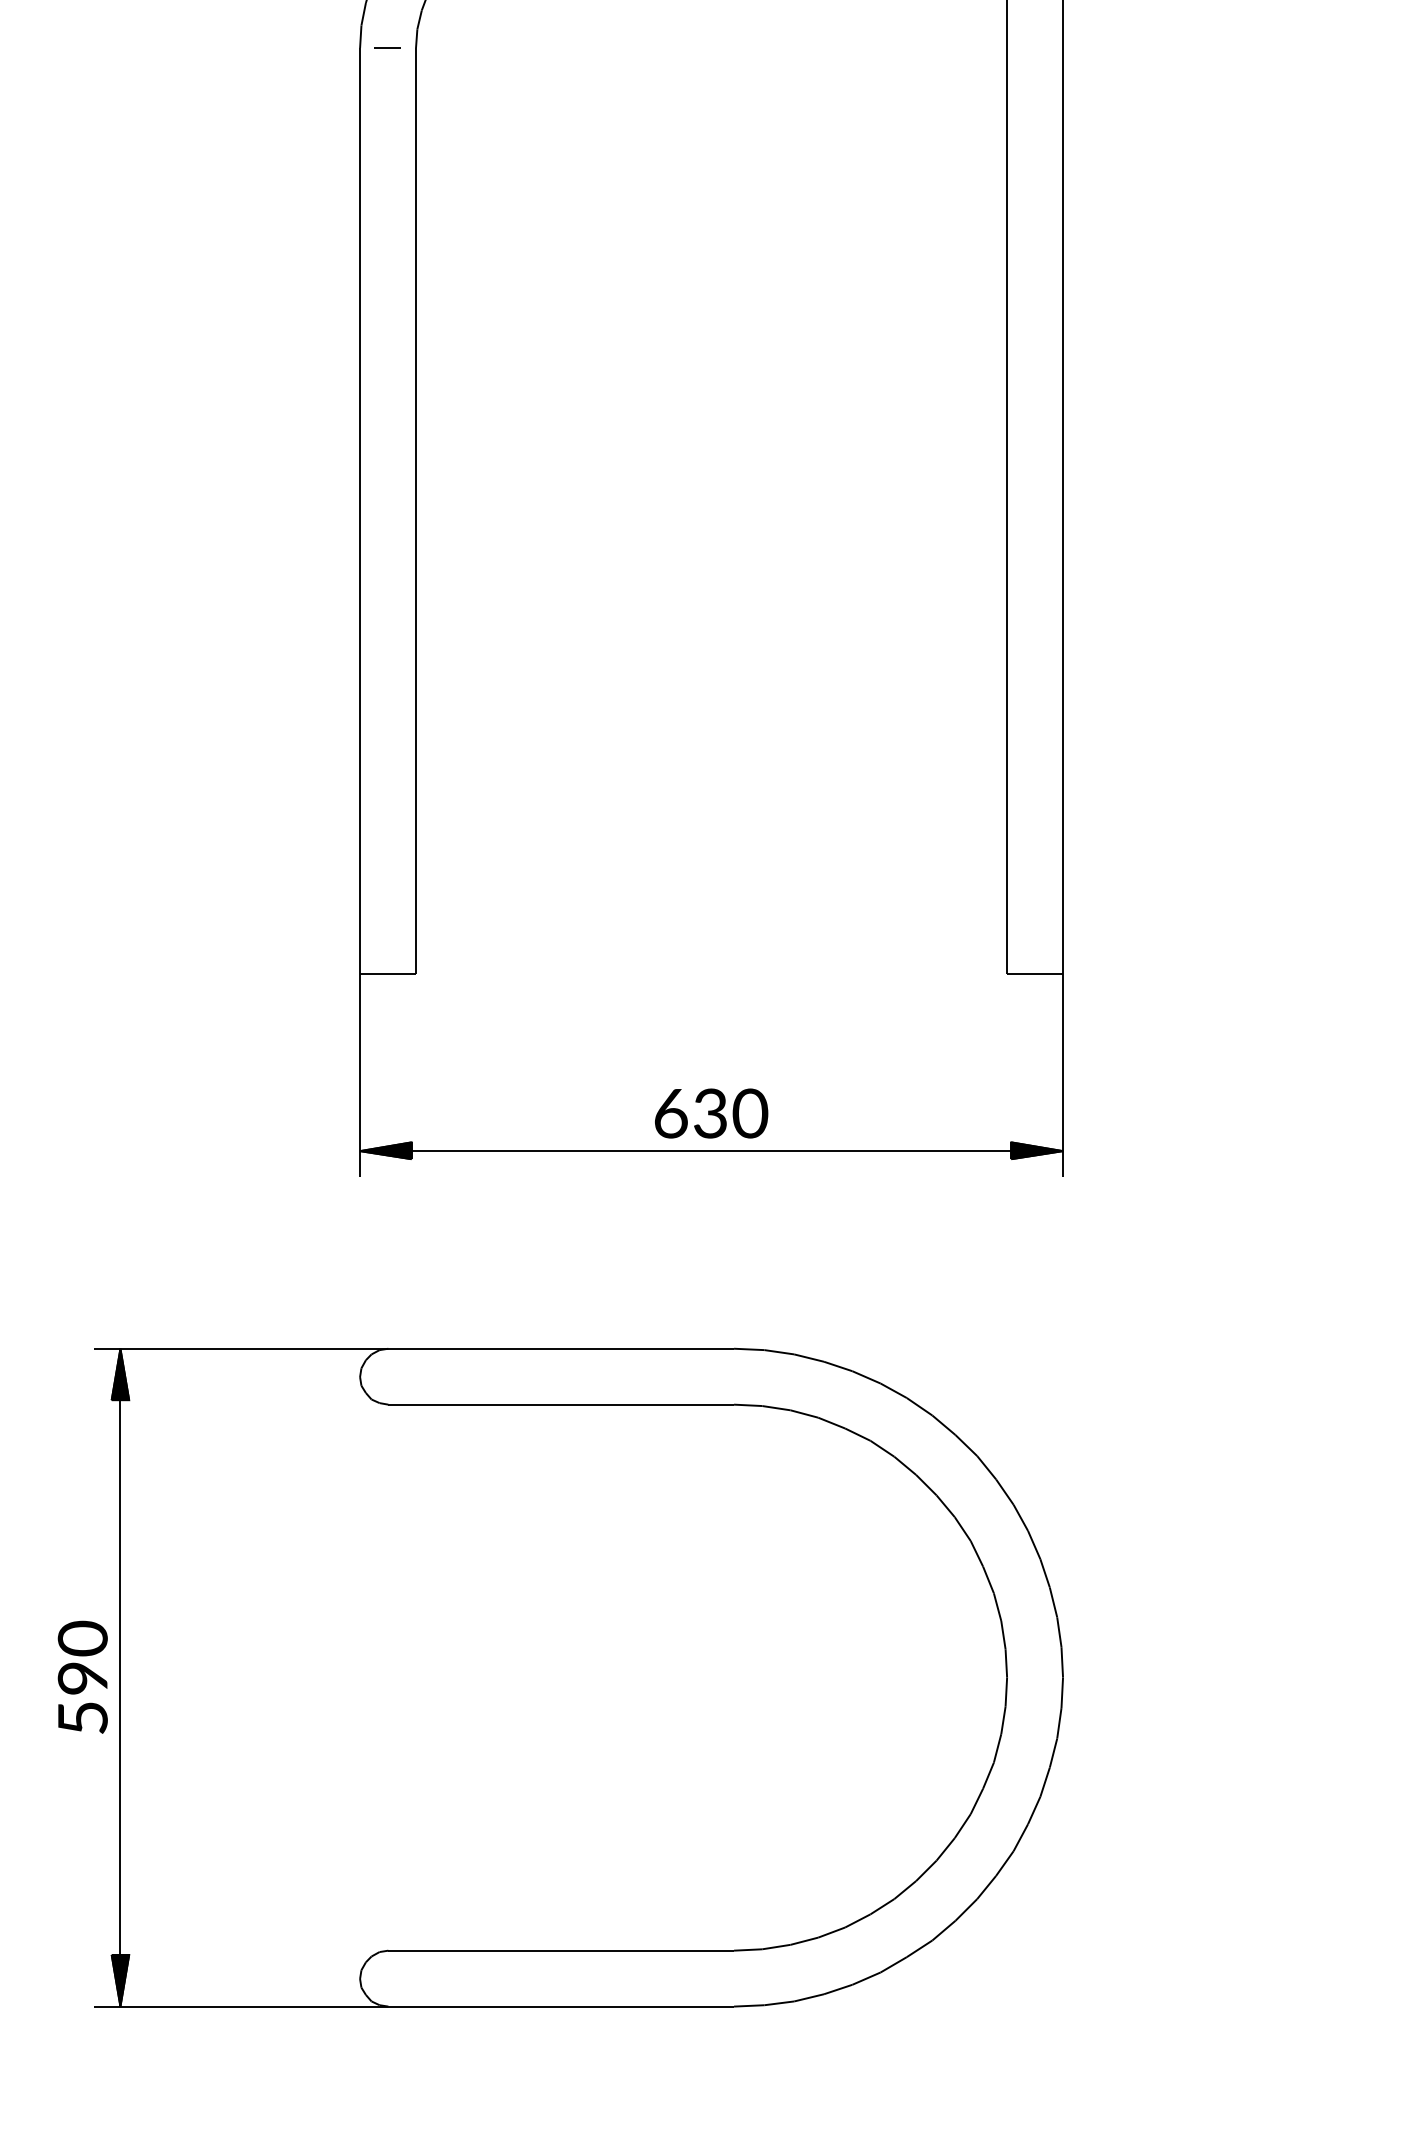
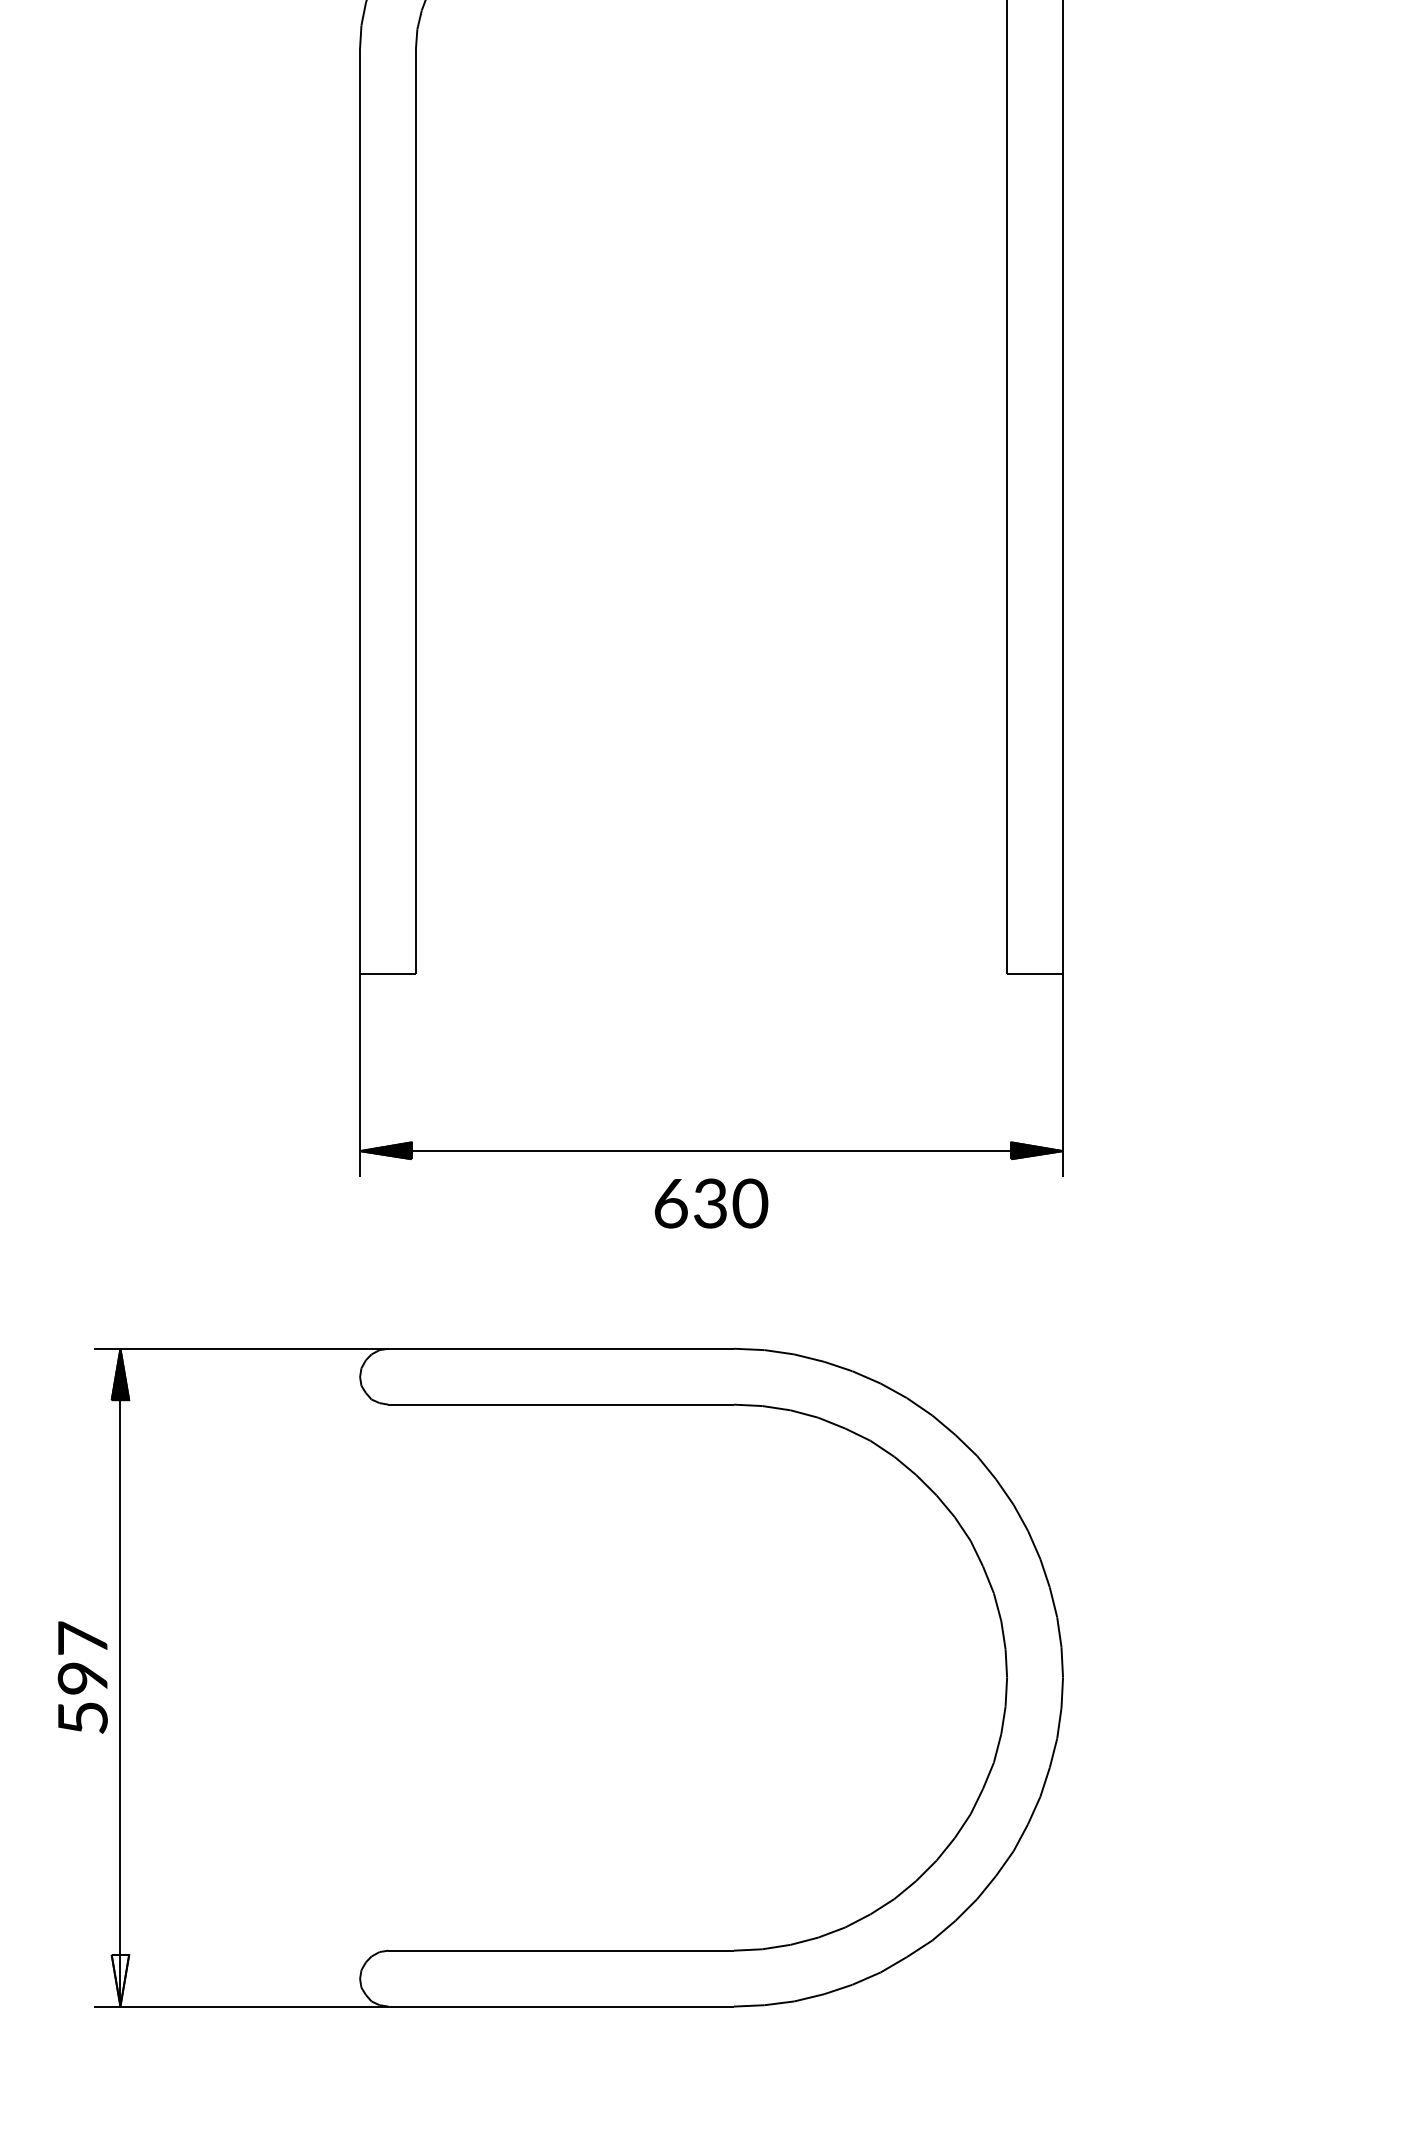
line at (387, 47): present -> none
text at (711, 1113) position: (711, 1113) -> (711, 1203)
text at (82, 1638): 590 -> 597
fill at (120, 1980): present -> none
